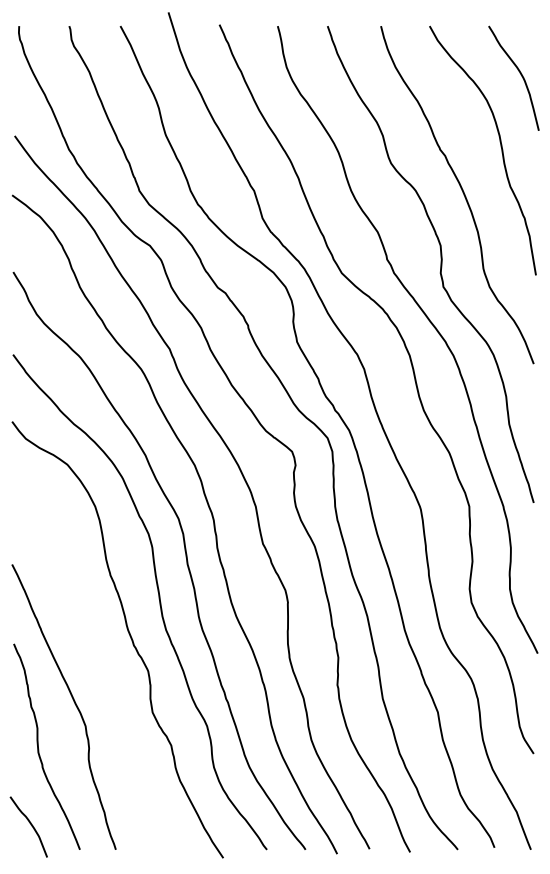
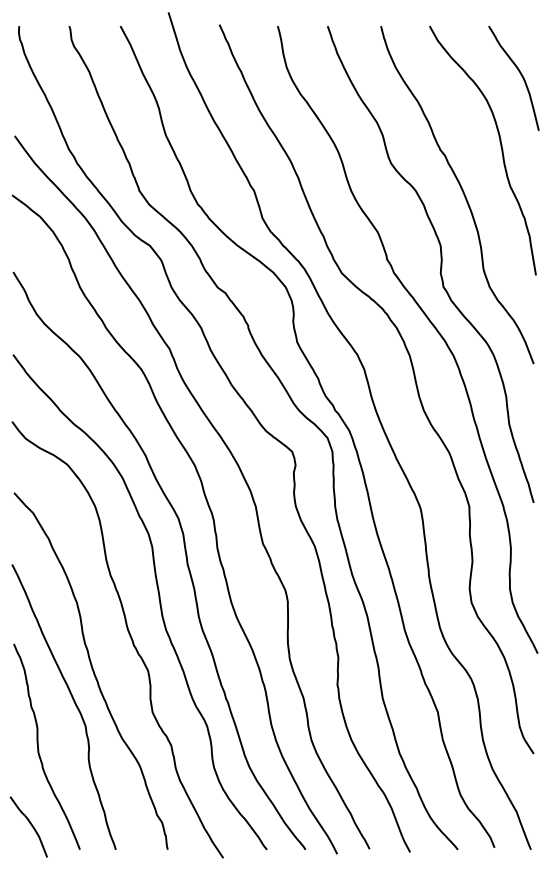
curve at (91, 669): none -> present
